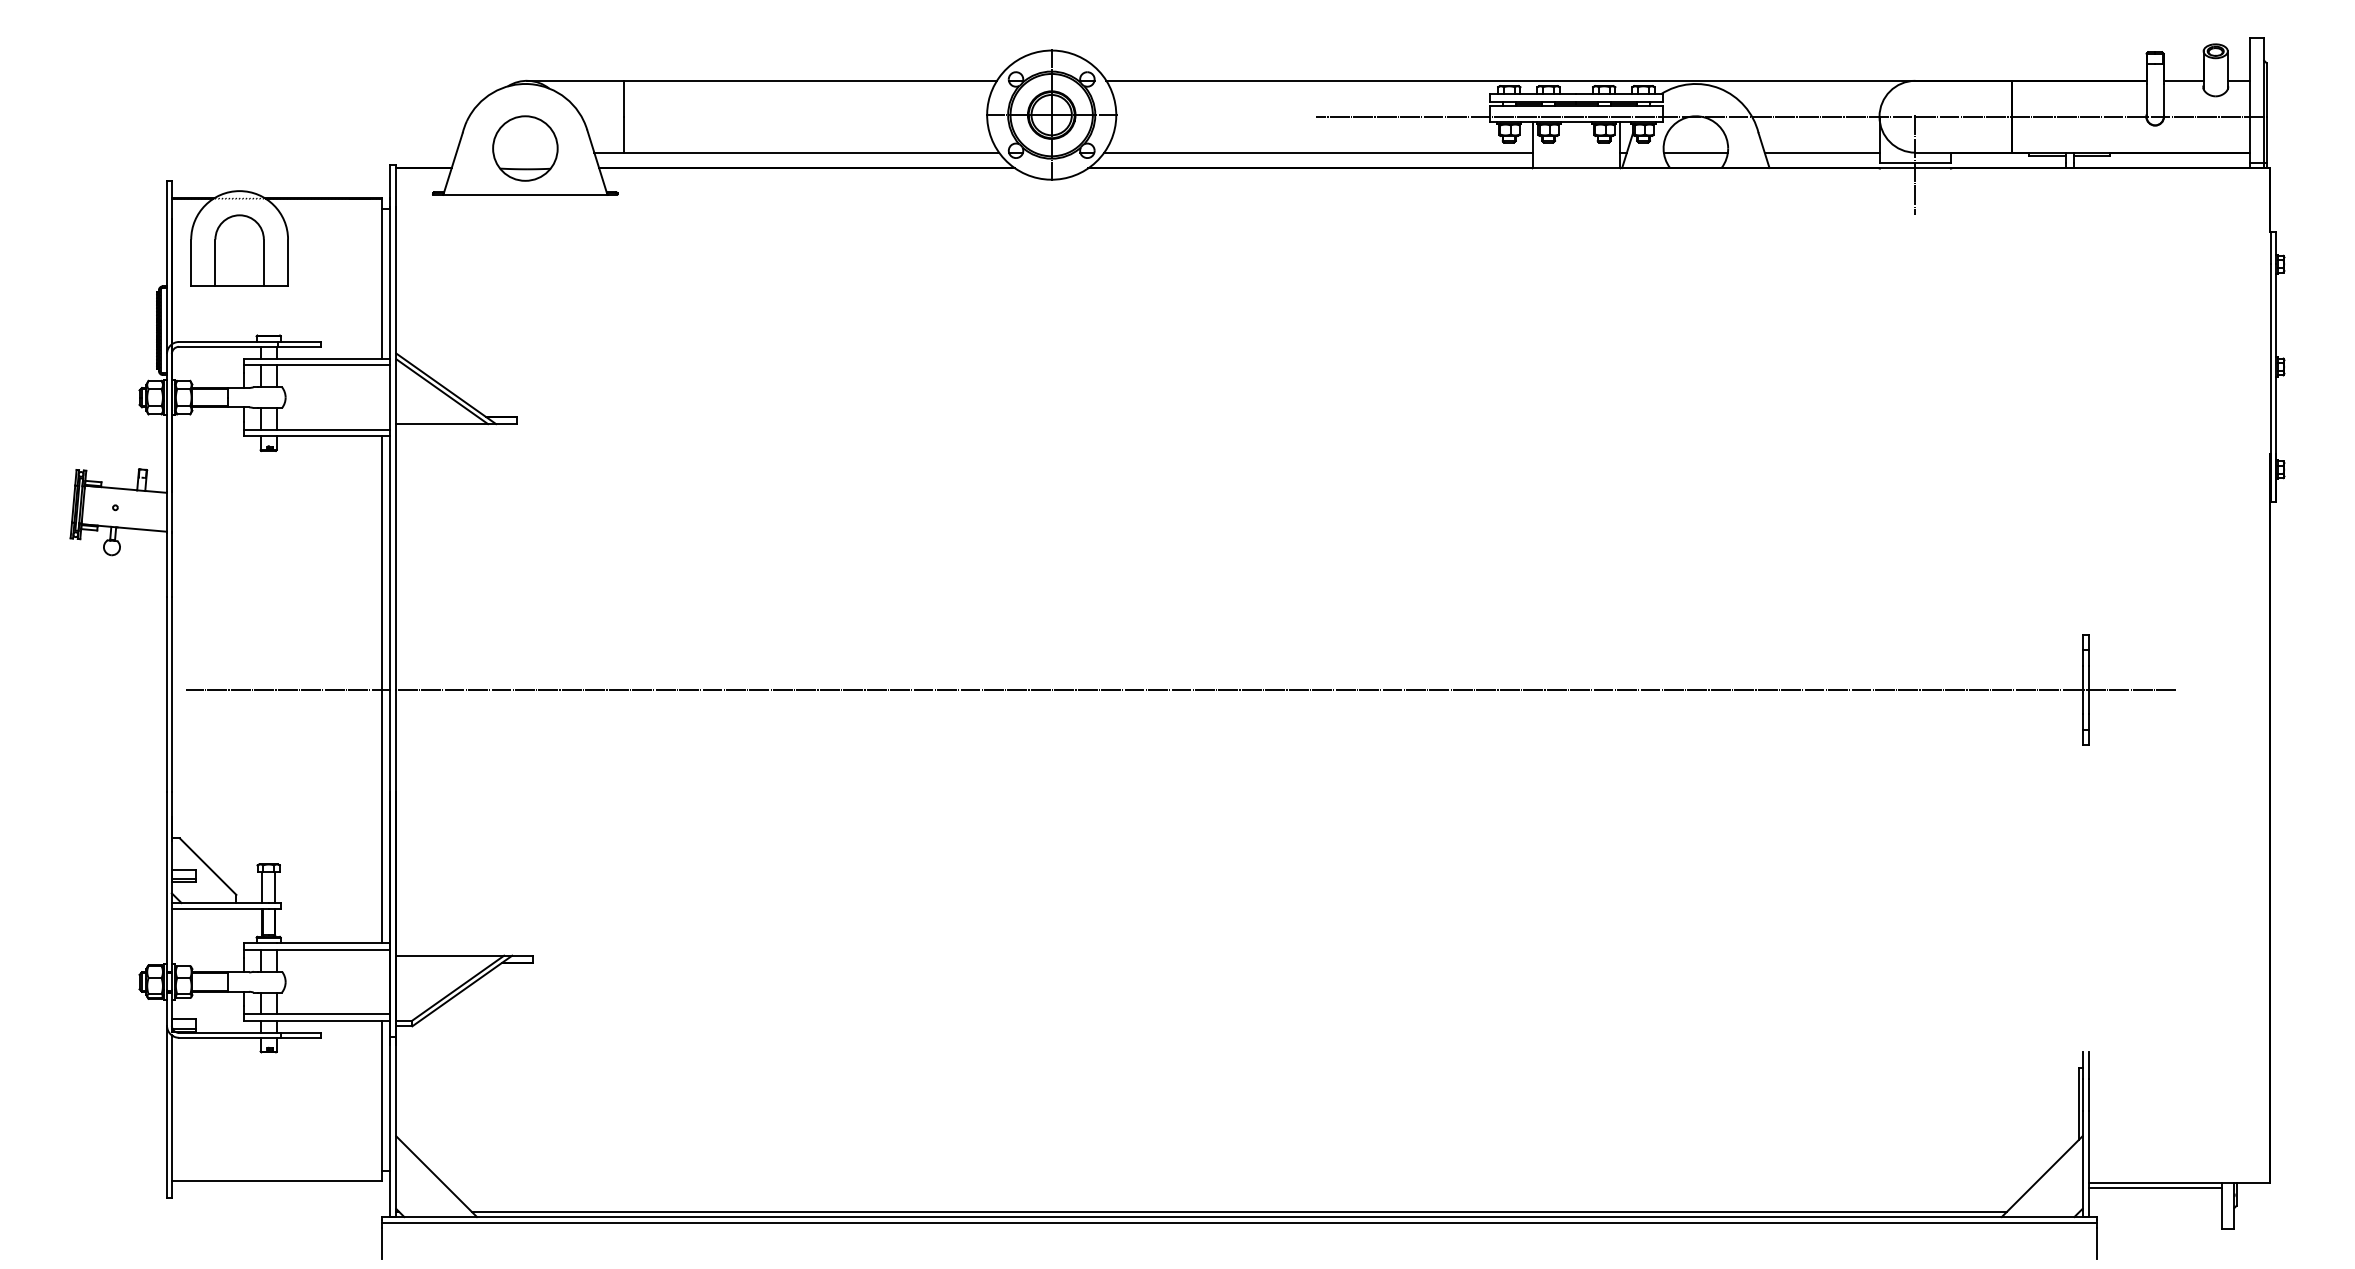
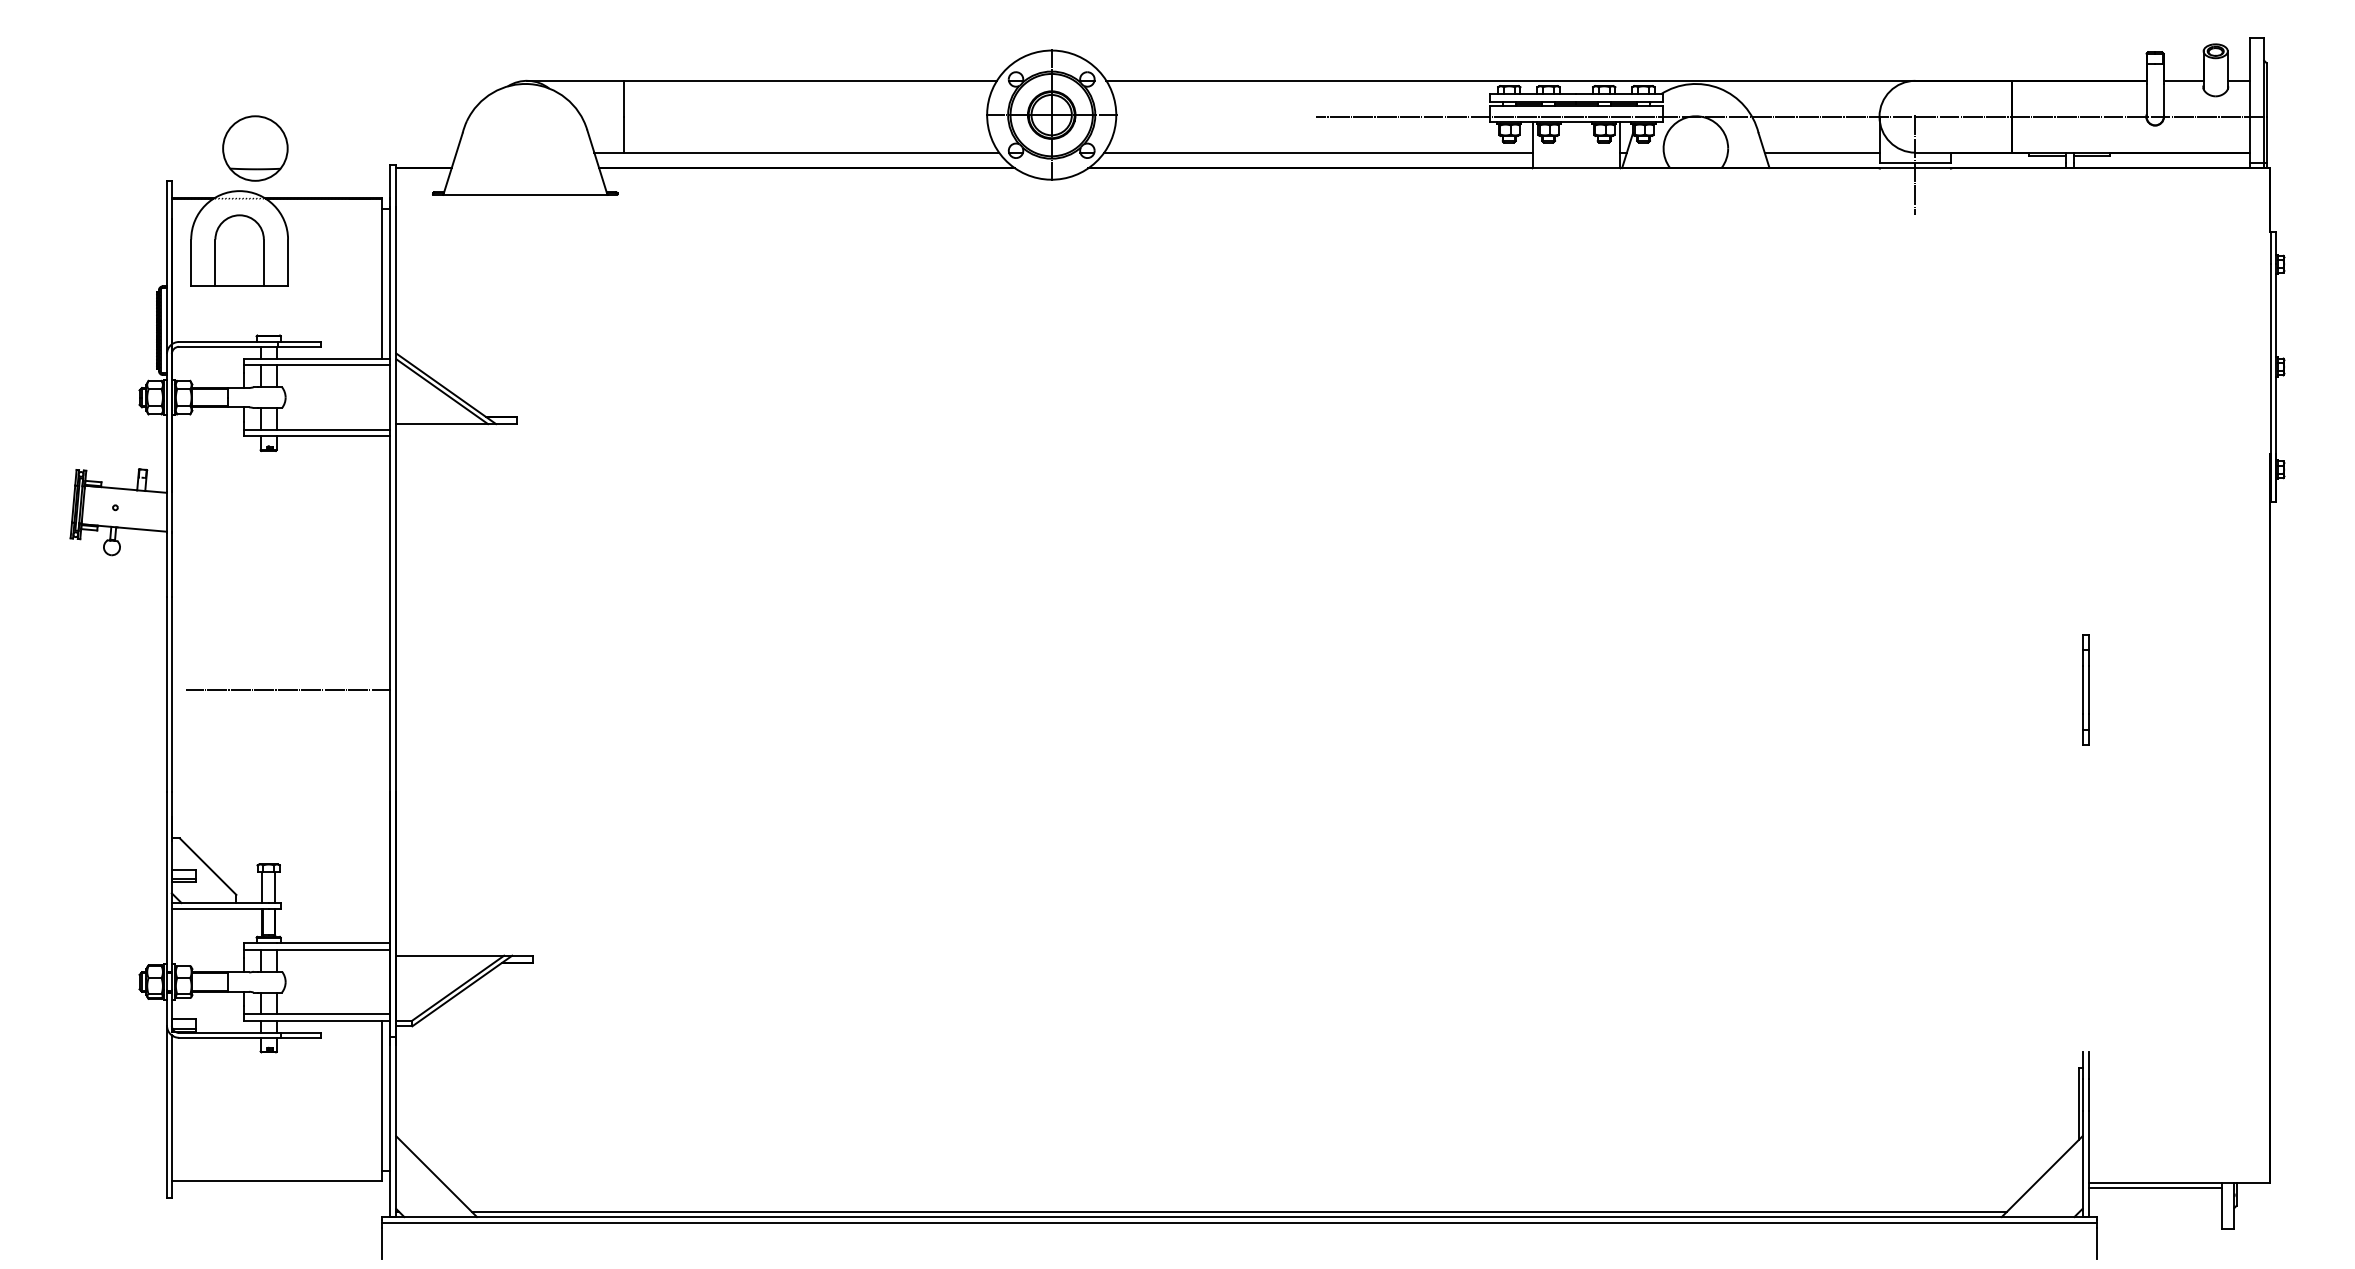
part at (525, 148) position: (525, 148) -> (255, 148)
line at (1695, 152): present -> none
line at (381, 689): present -> none
line at (1285, 689): present -> none
